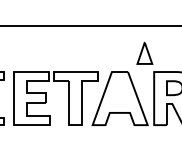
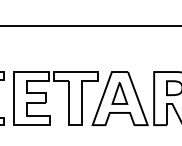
part at (144, 52) position: (144, 52) -> (119, 92)
